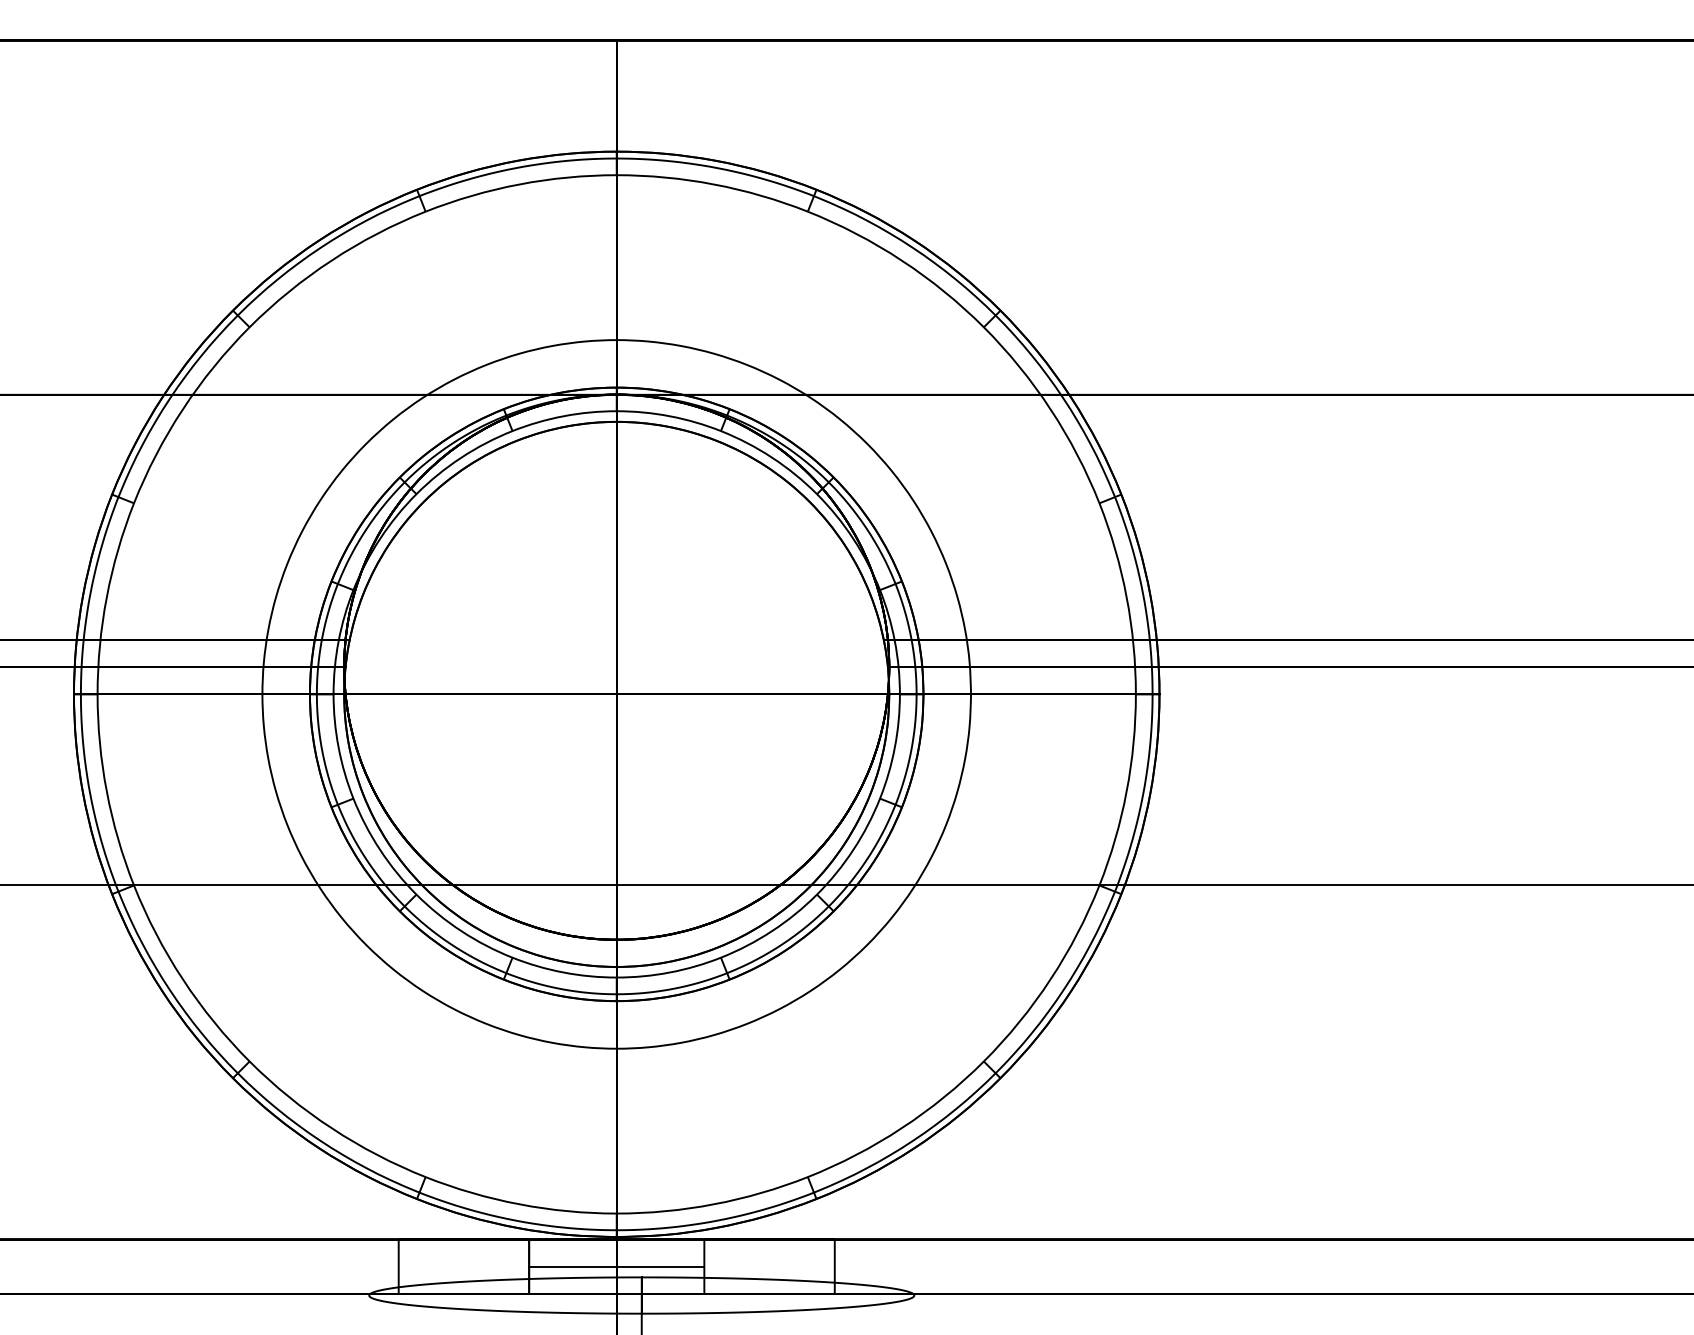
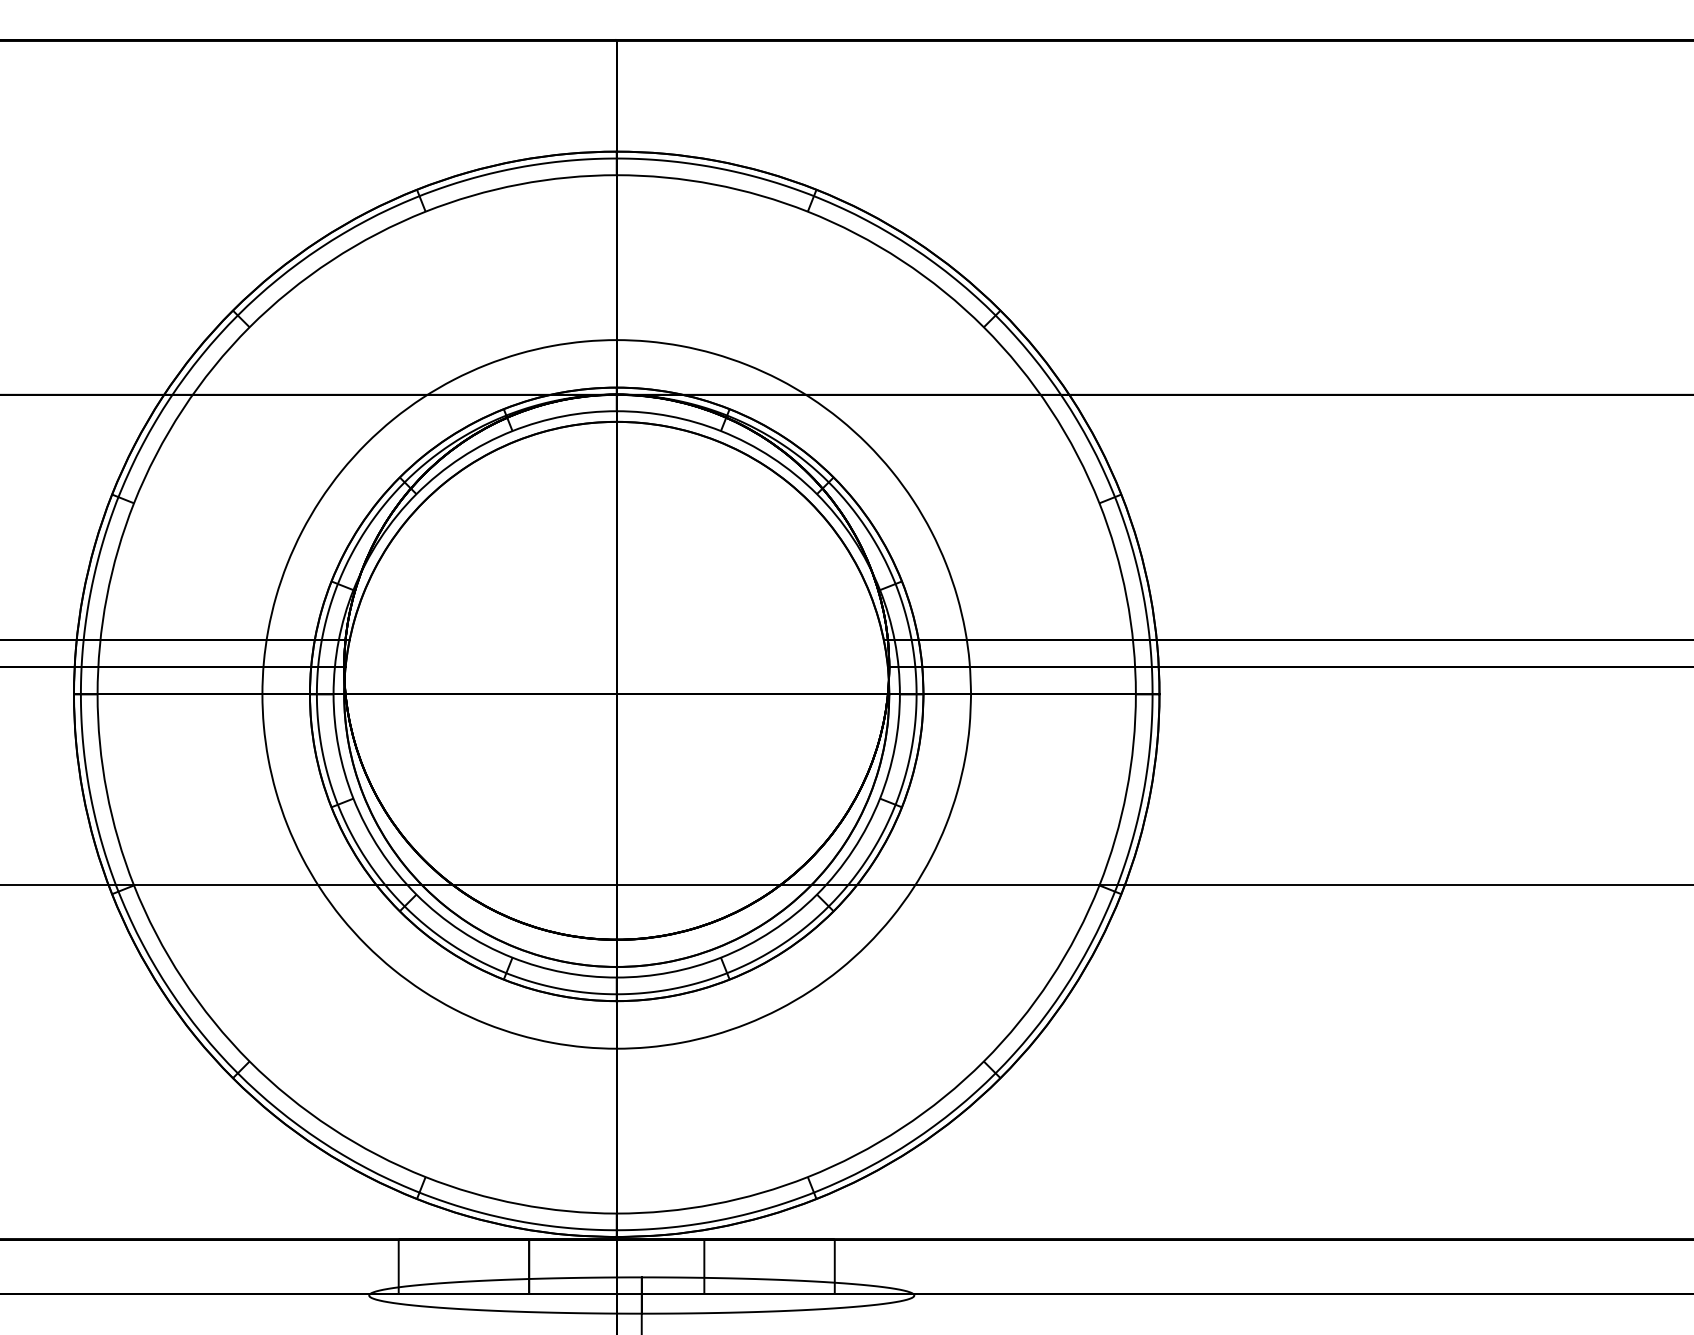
line at (616, 1266): present -> none
